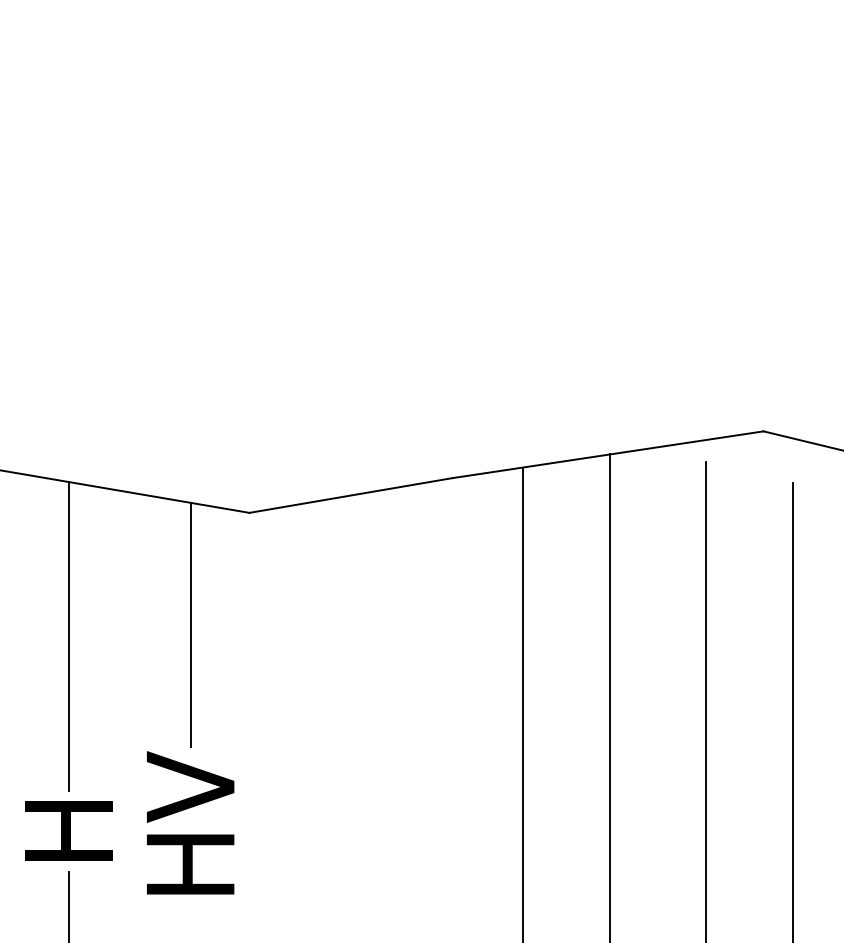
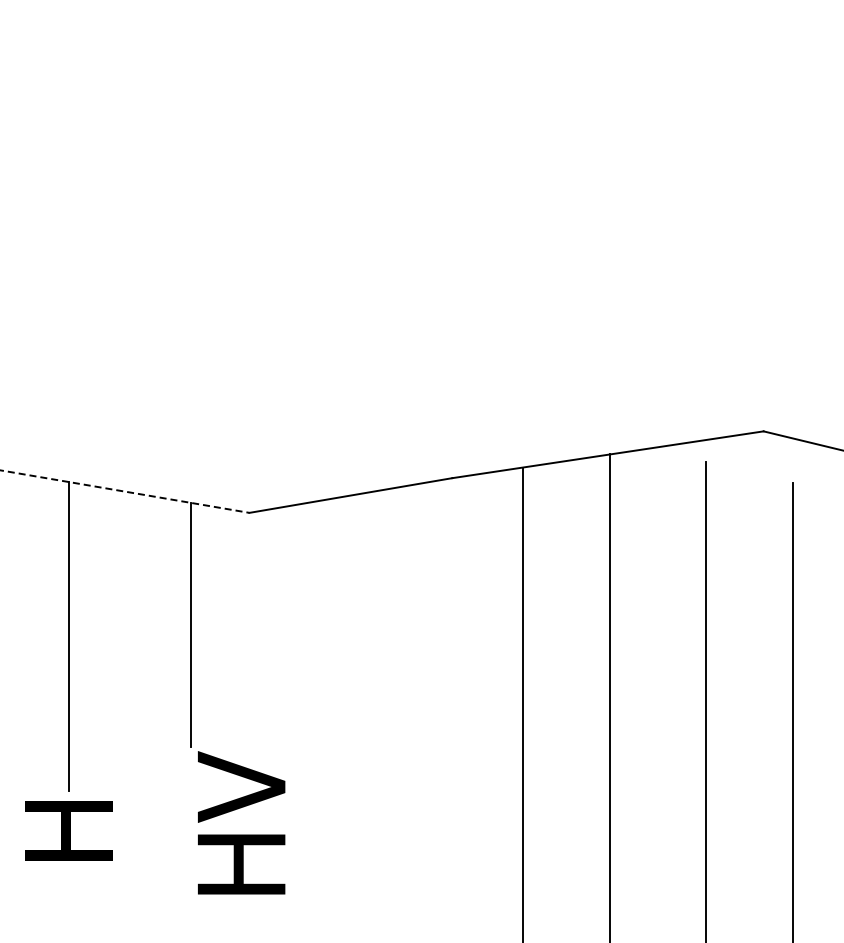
line at (125, 491): solid -> dashed
text at (190, 822) position: (190, 822) -> (241, 822)
line at (68, 905): present -> none
